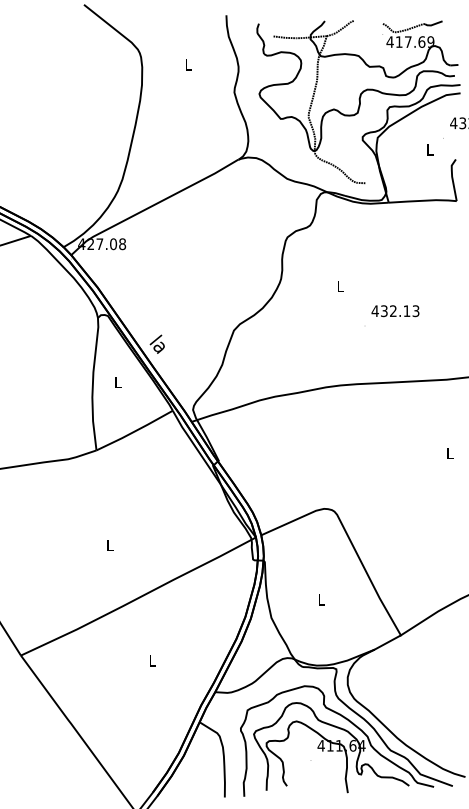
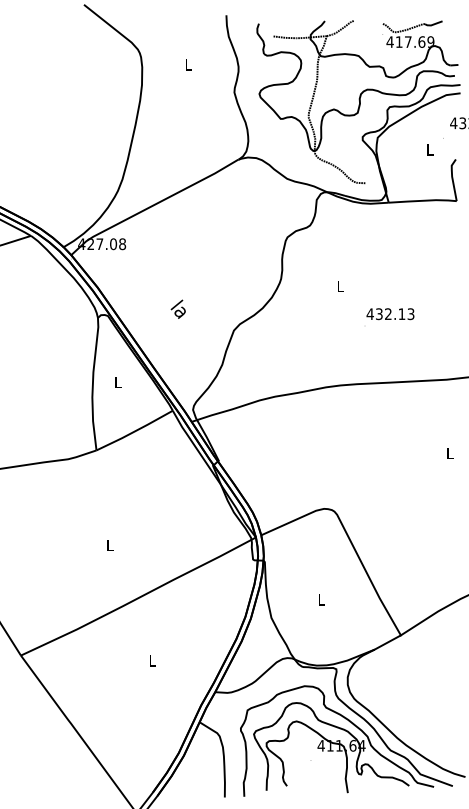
text at (395, 311) position: (395, 311) -> (390, 314)
text at (156, 343) position: (156, 343) -> (177, 308)
